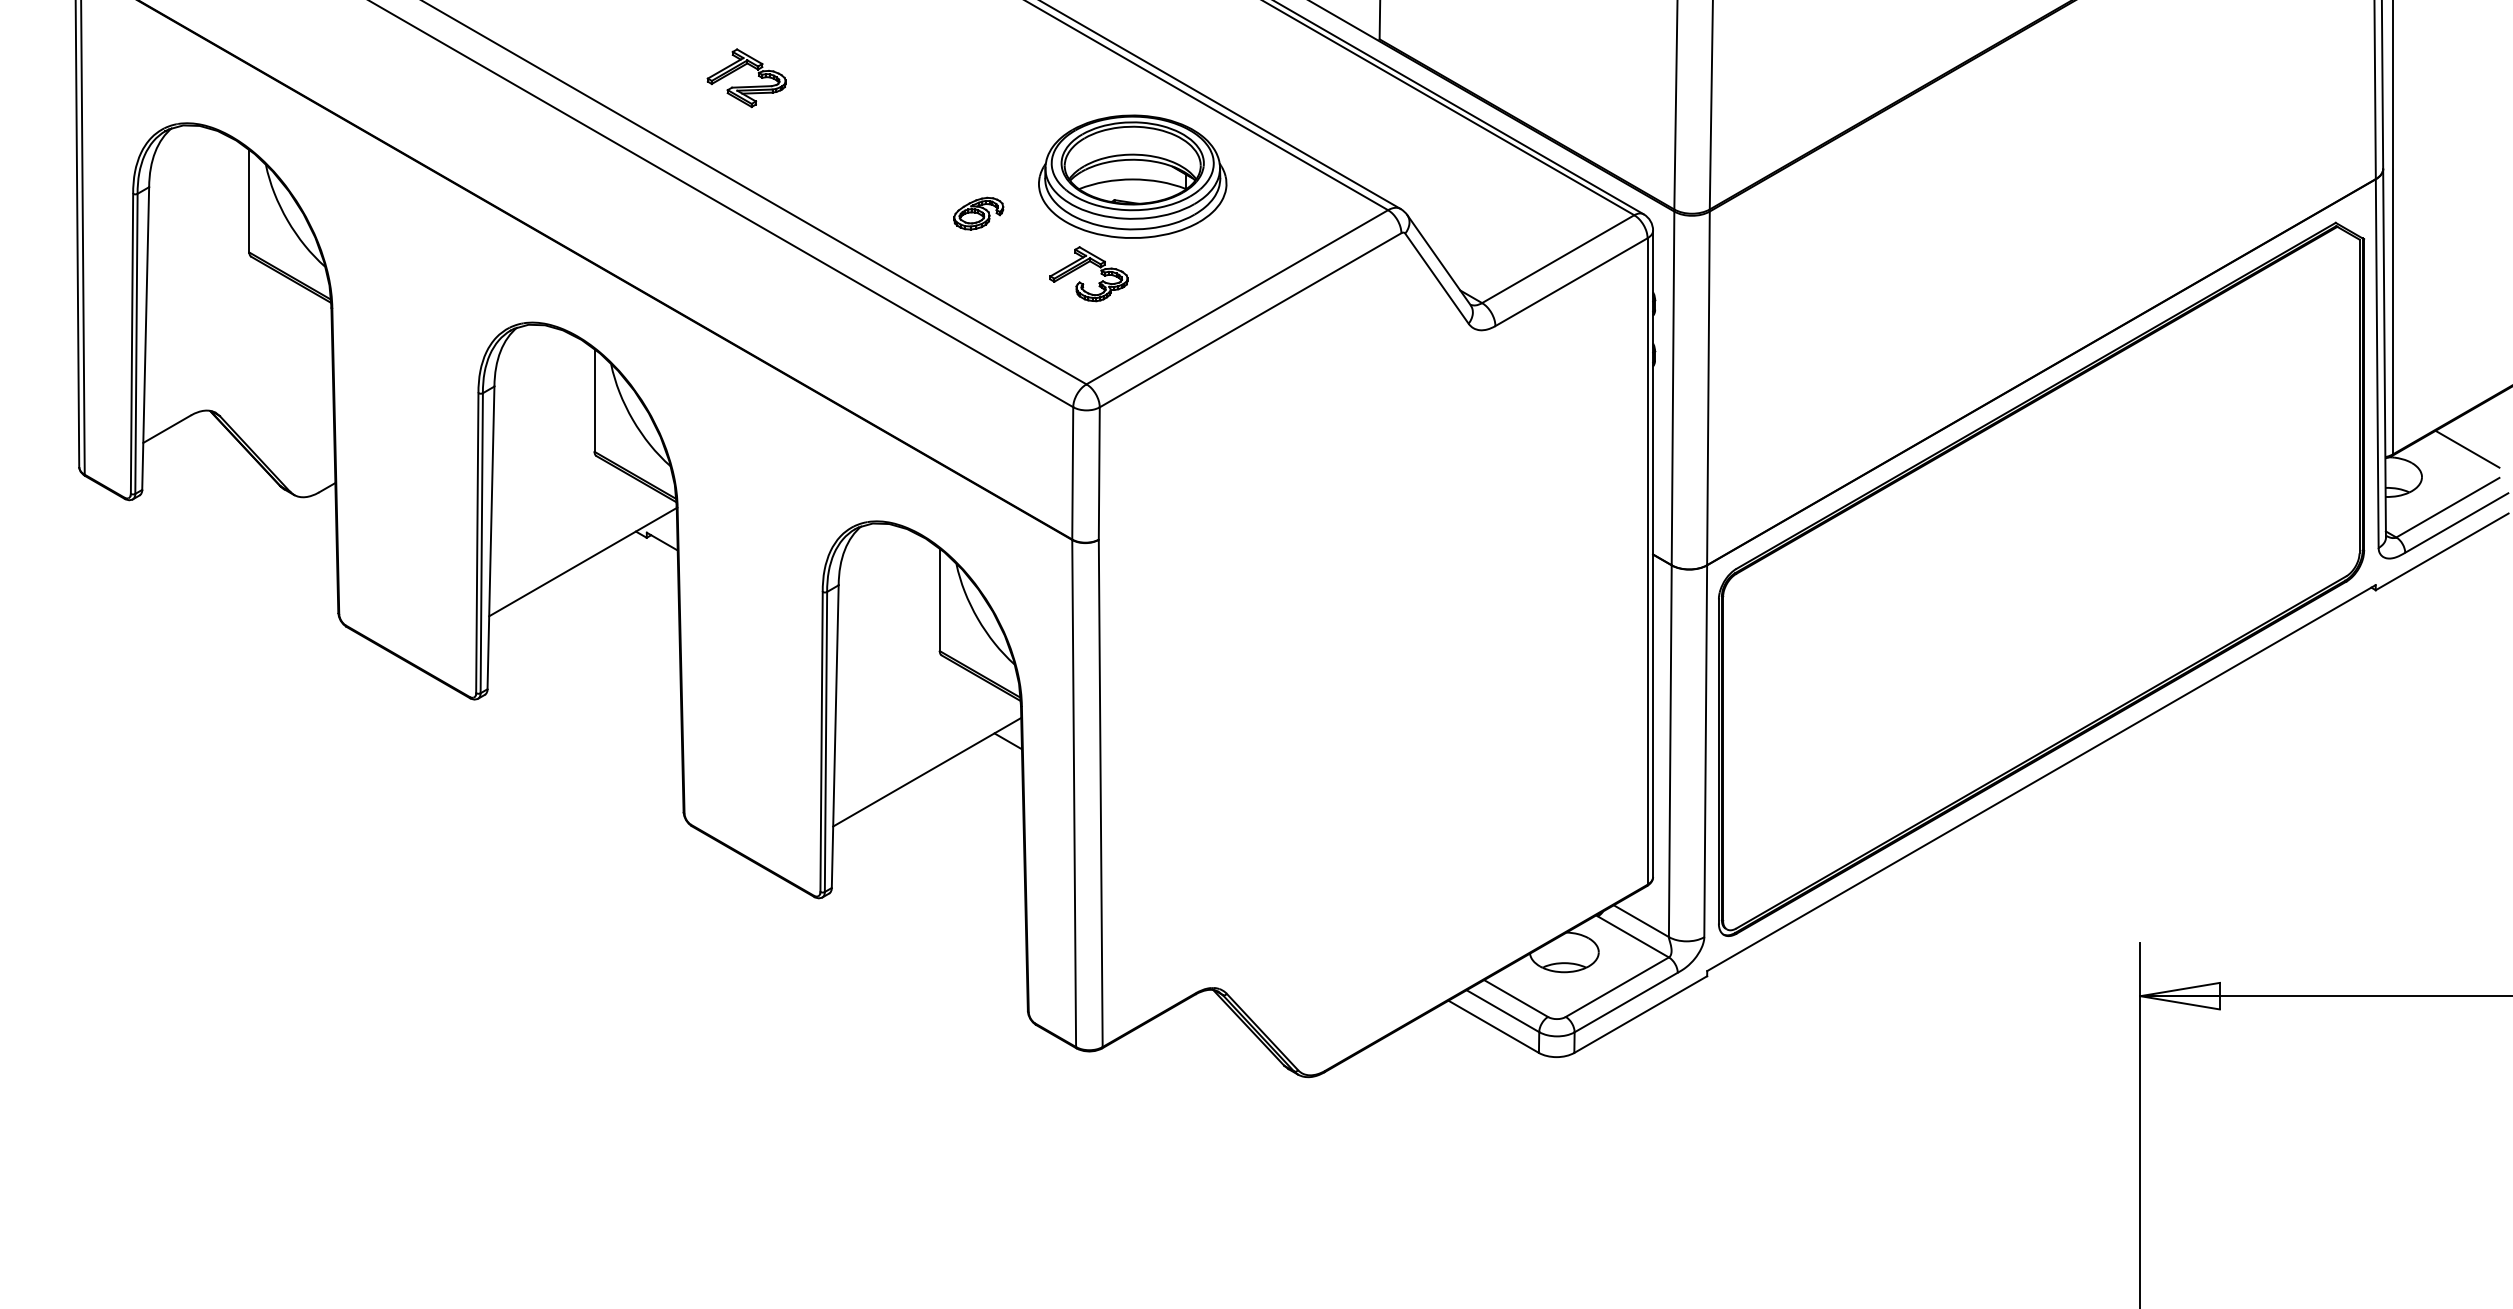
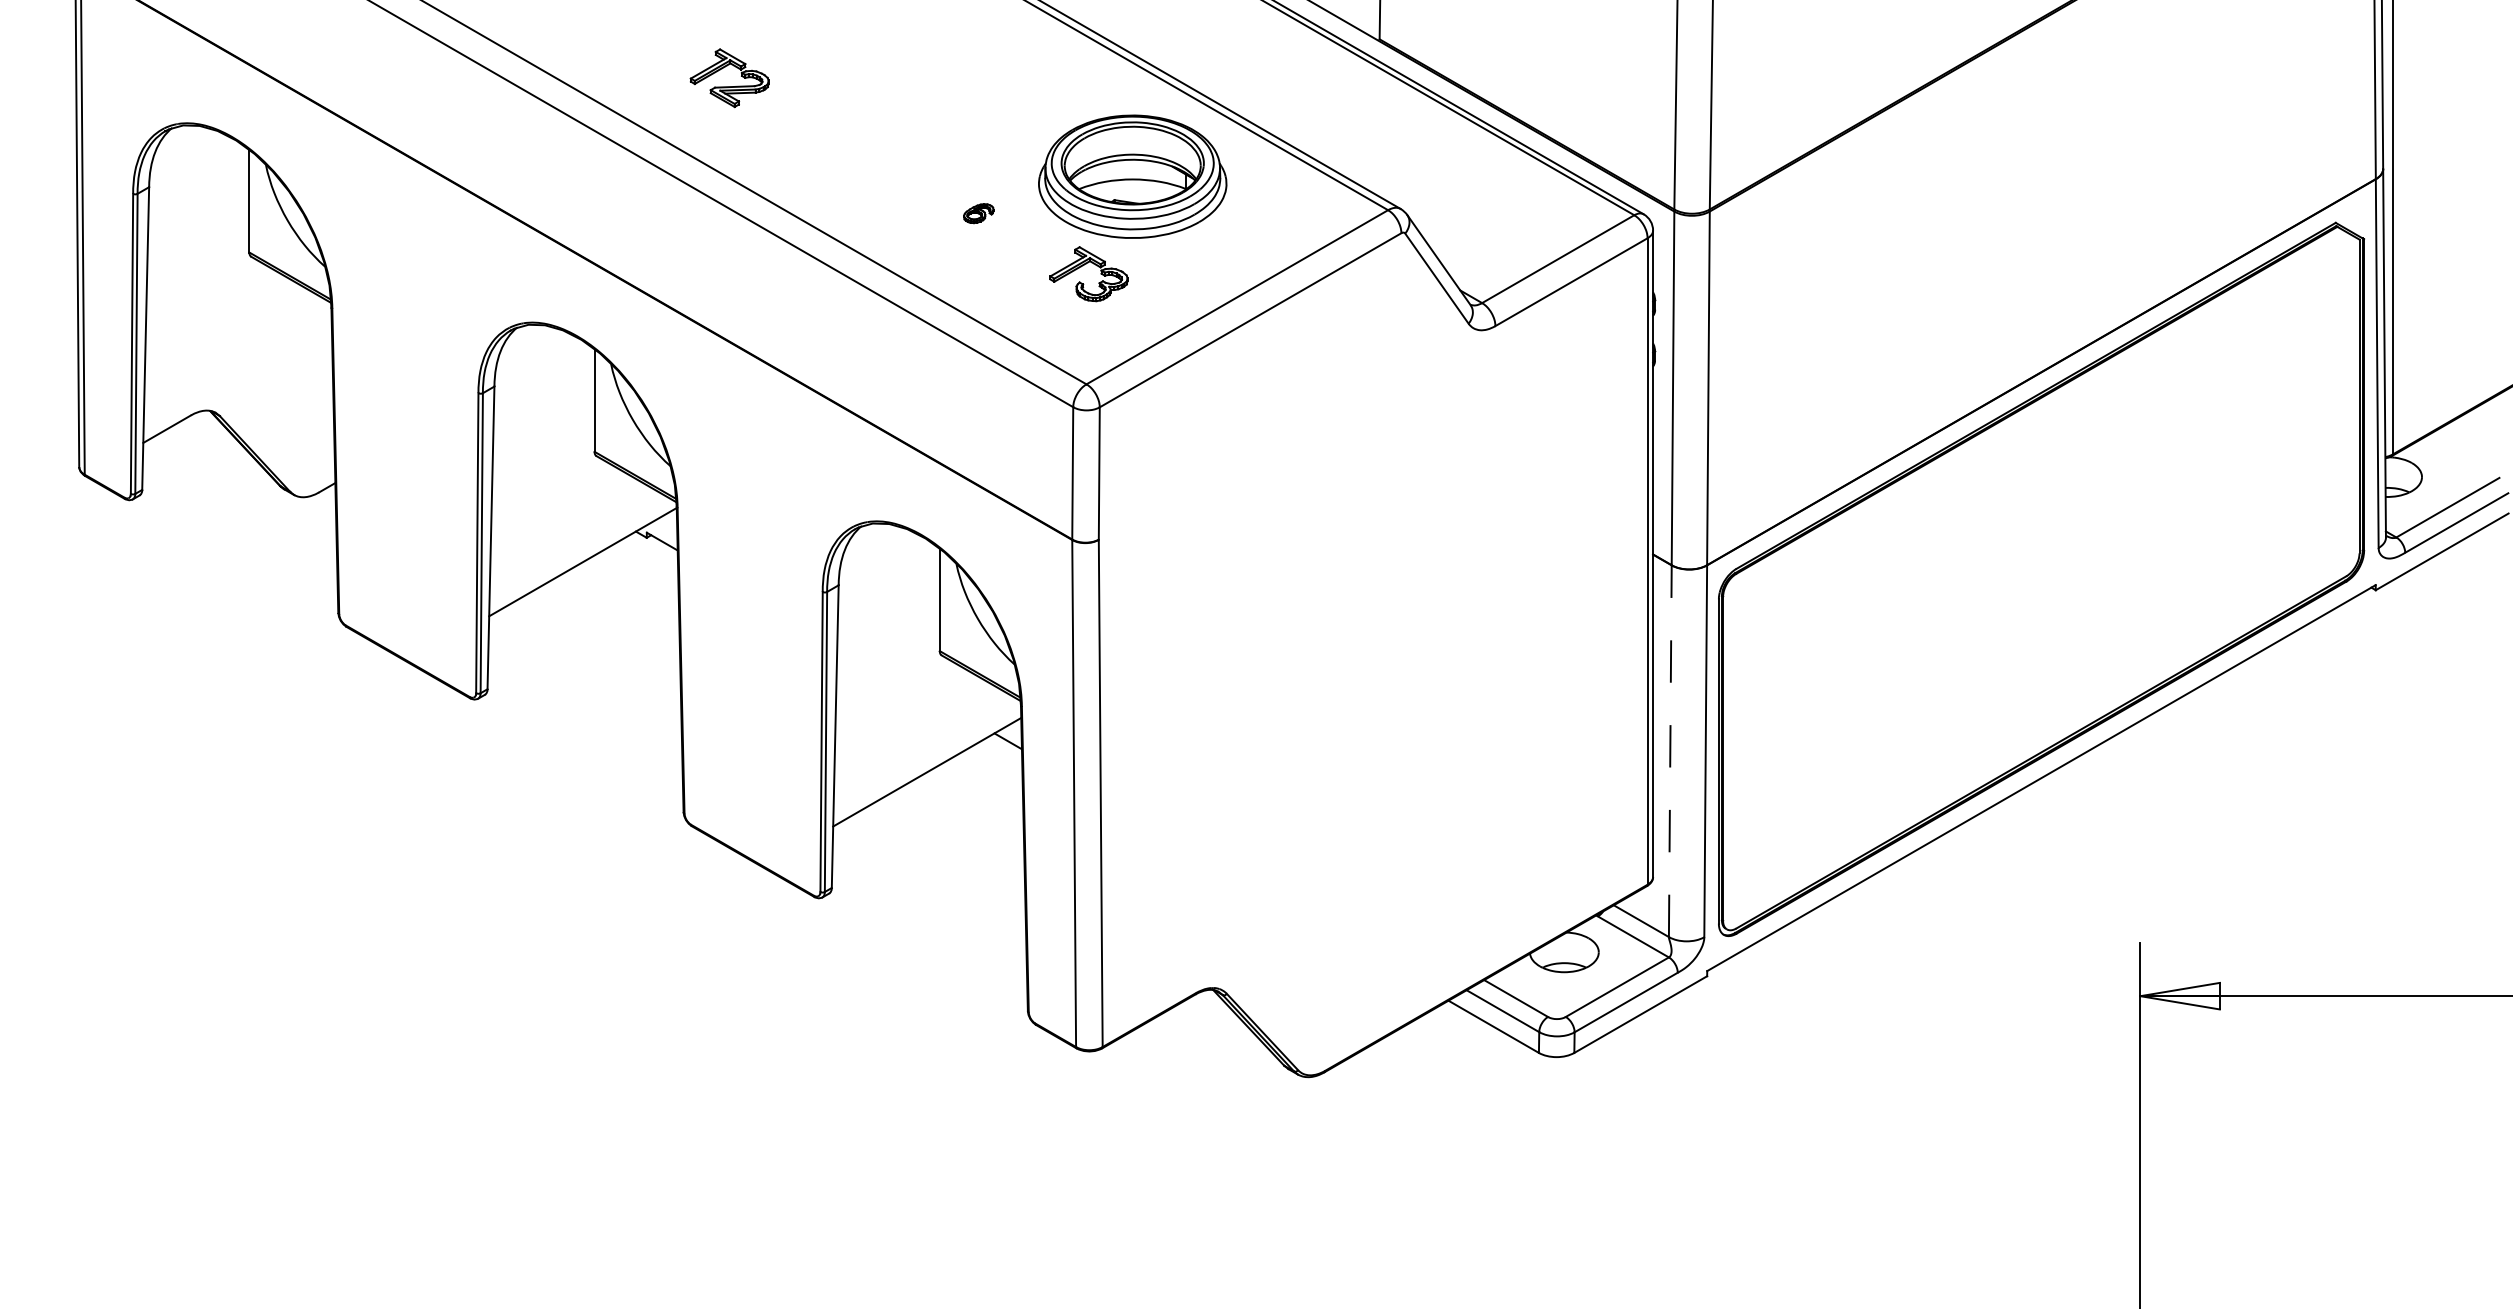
part at (746, 86) position: (746, 86) -> (729, 86)
part at (978, 213) size: 52x35 px -> 32x22 px
line at (2467, 448): present -> none
line at (1670, 751): solid -> dashed
